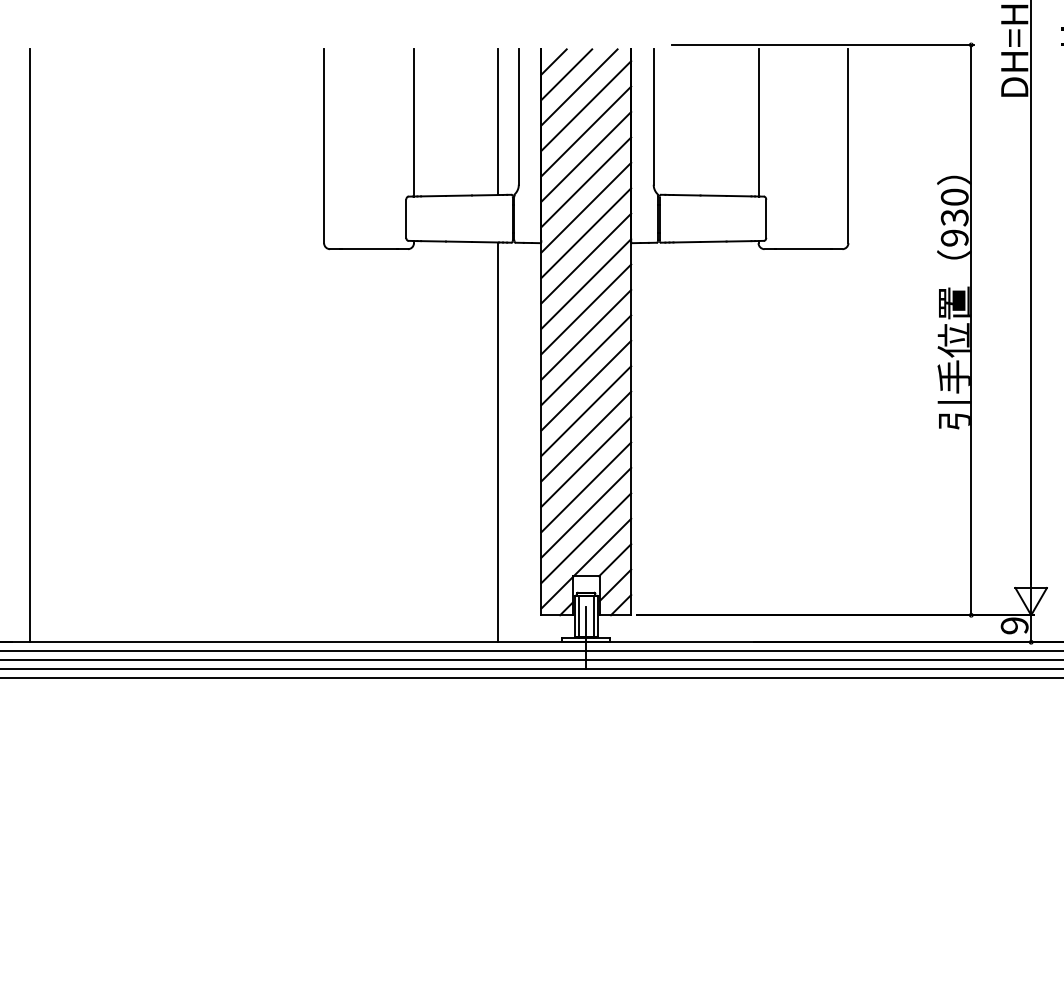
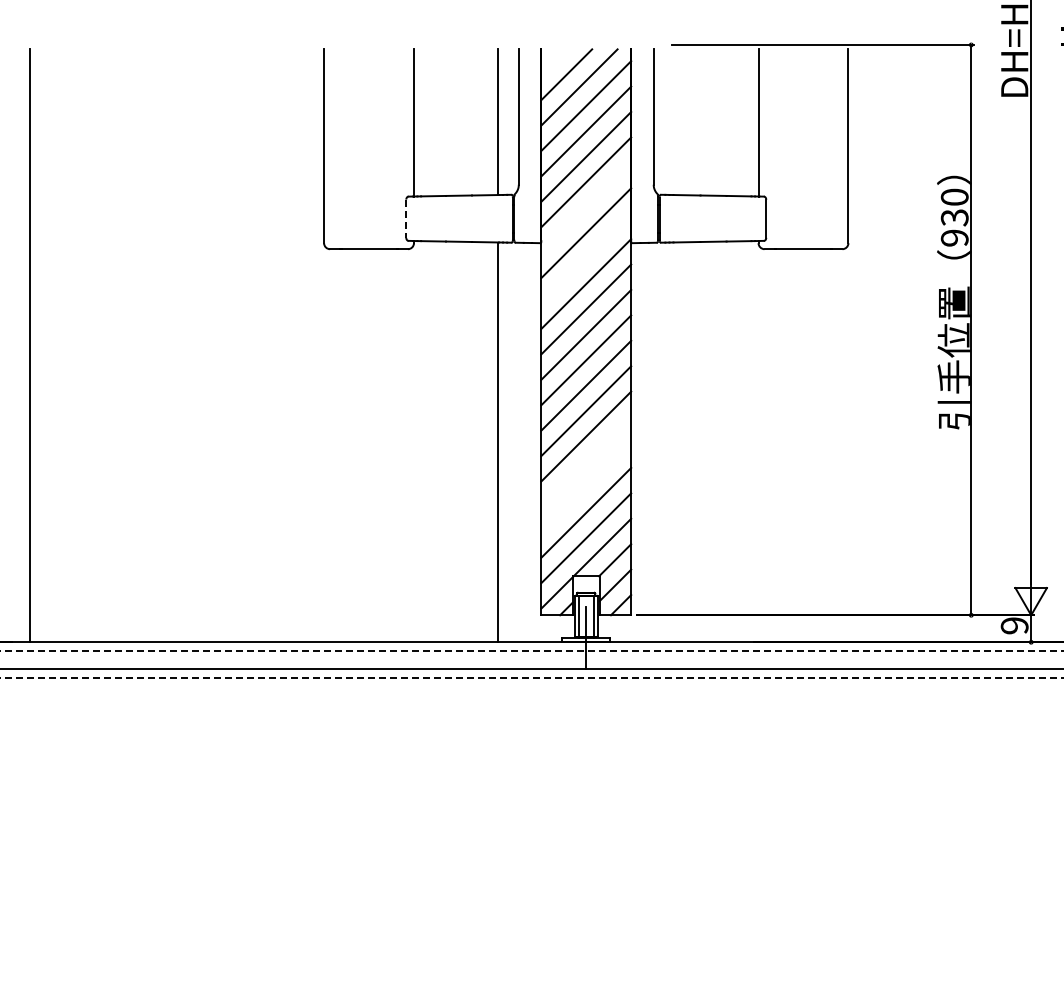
line at (553, 61): present -> none
line at (586, 207): present -> none
line at (406, 219): solid -> dashed
line at (586, 258): present -> none
line at (586, 461): present -> none
line at (586, 487): present -> none
line at (532, 651): solid -> dashed
line at (531, 660): present -> none
line at (531, 678): solid -> dashed
